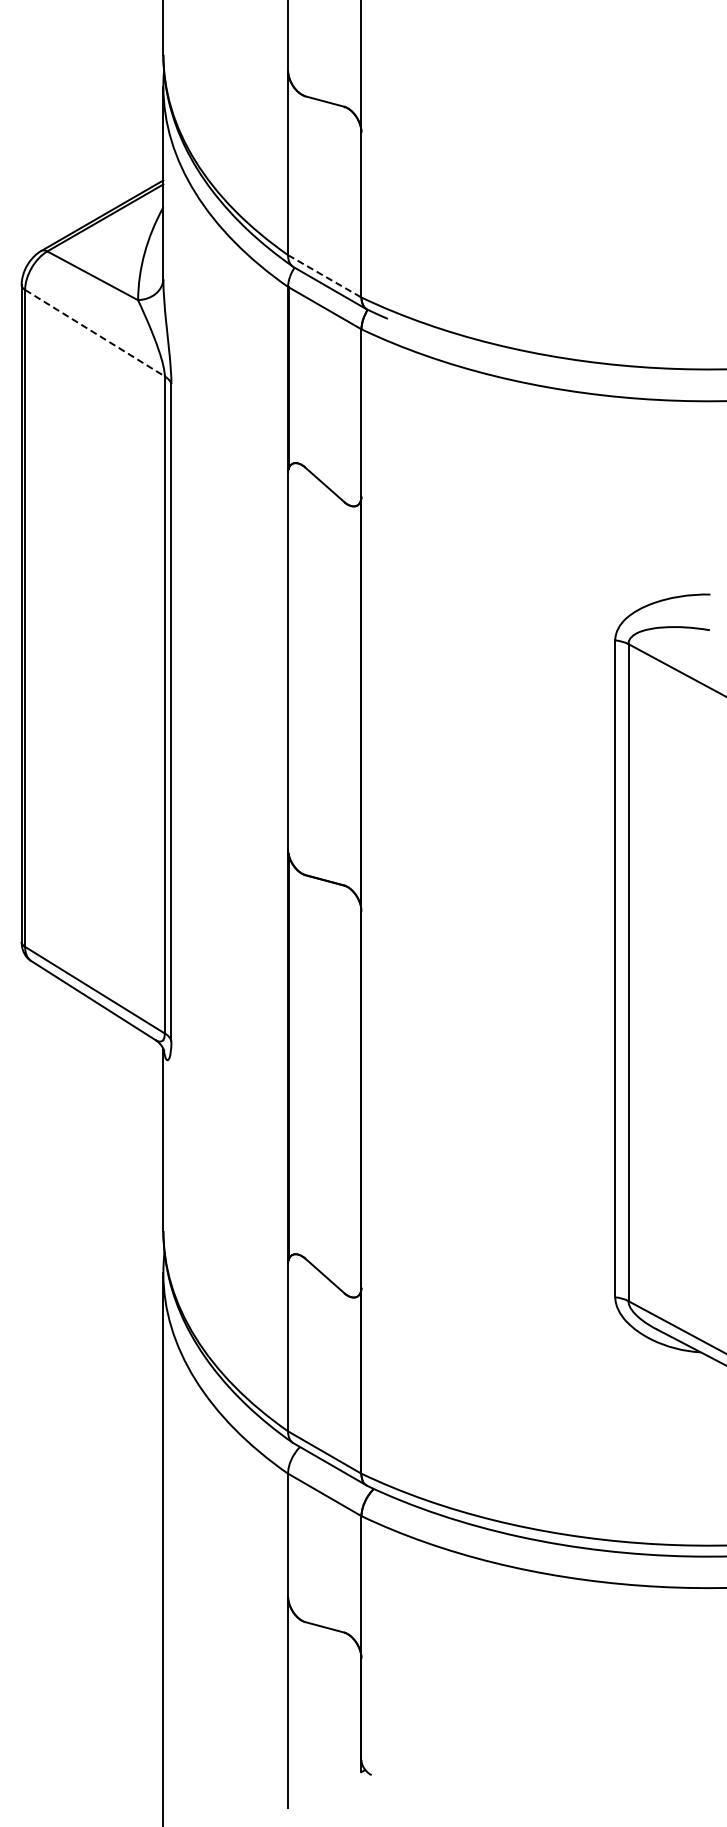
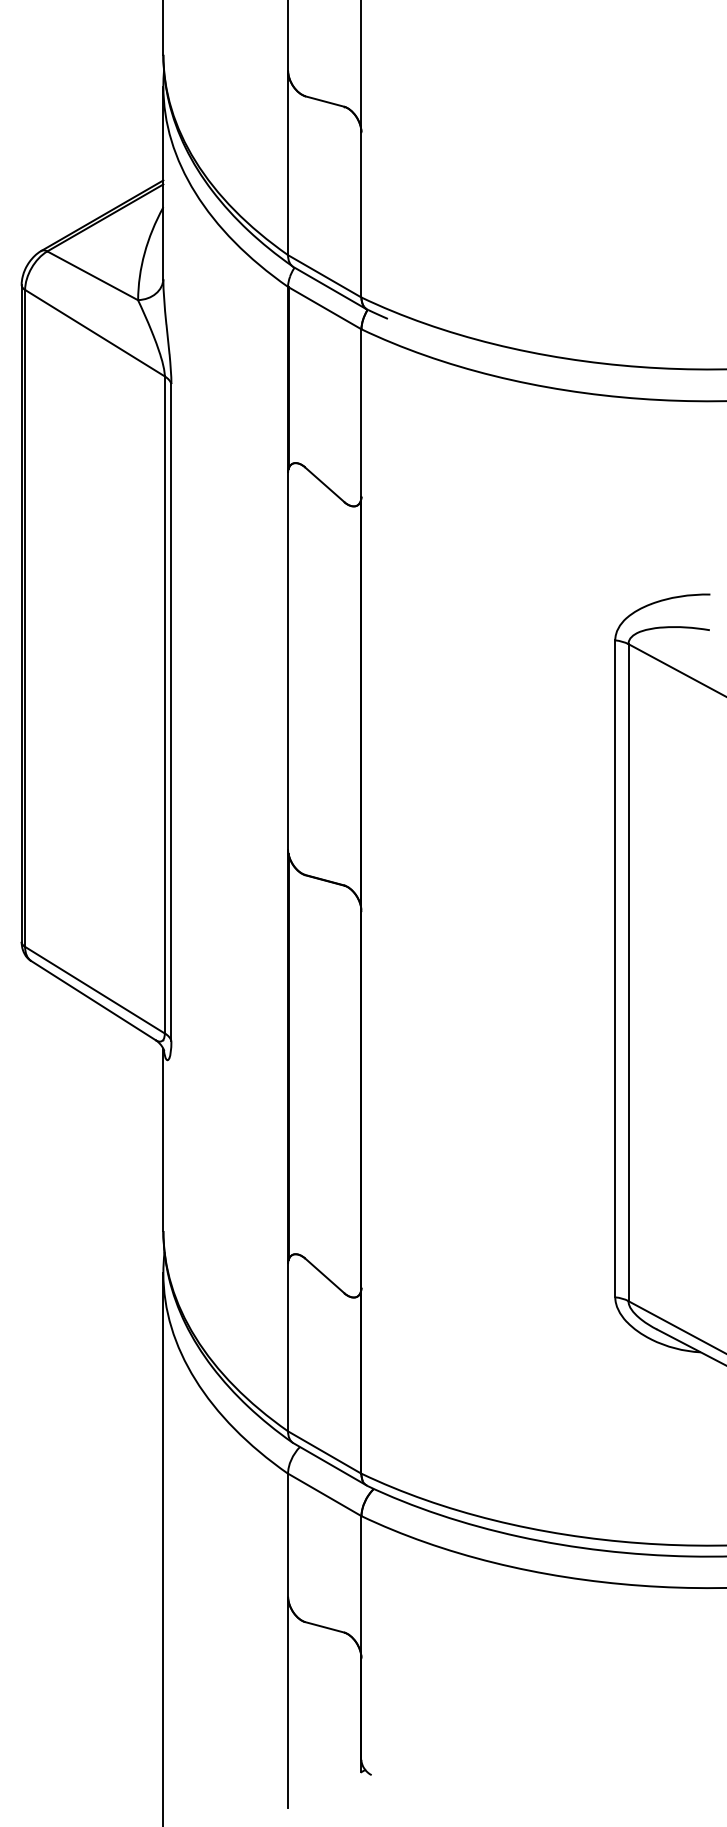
line at (325, 276): dashed -> solid
line at (95, 333): dashed -> solid
